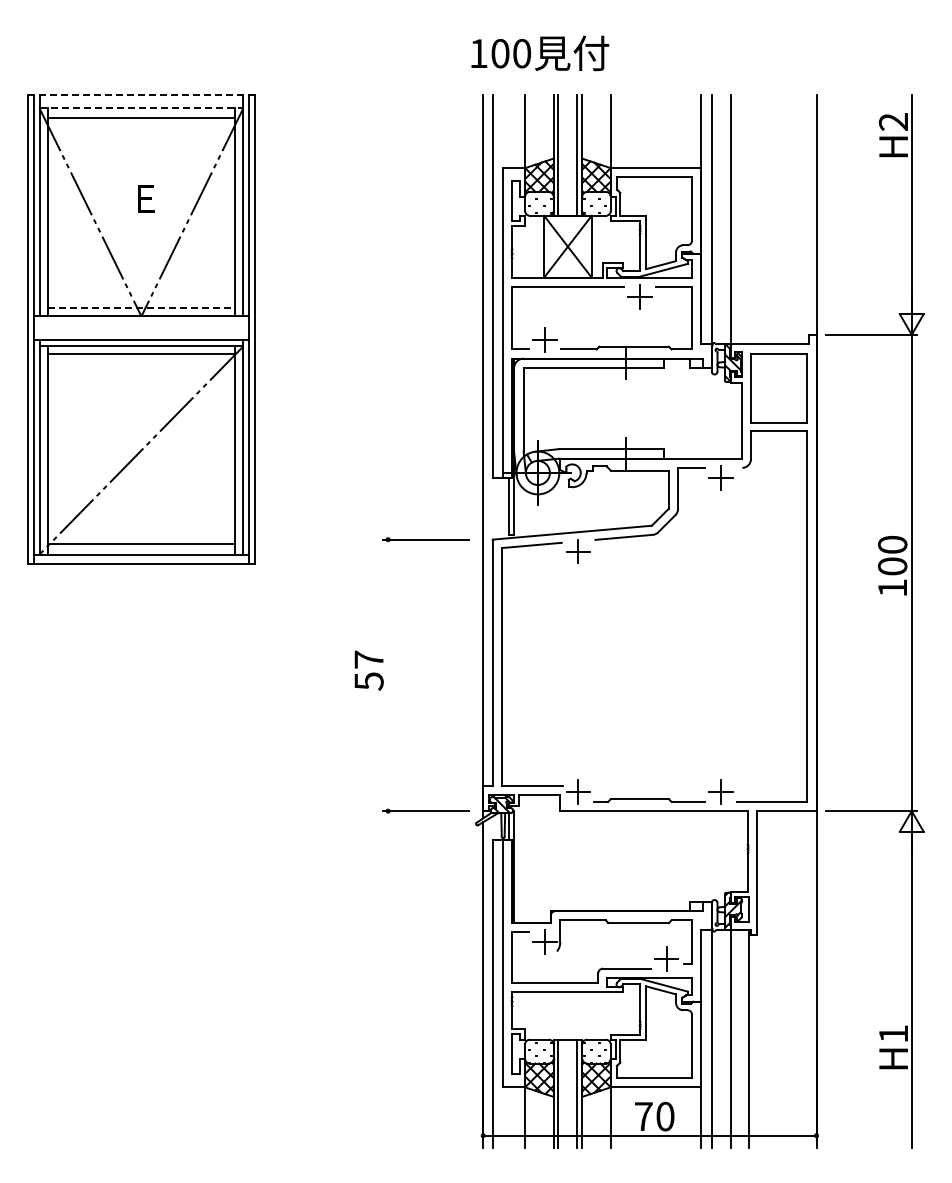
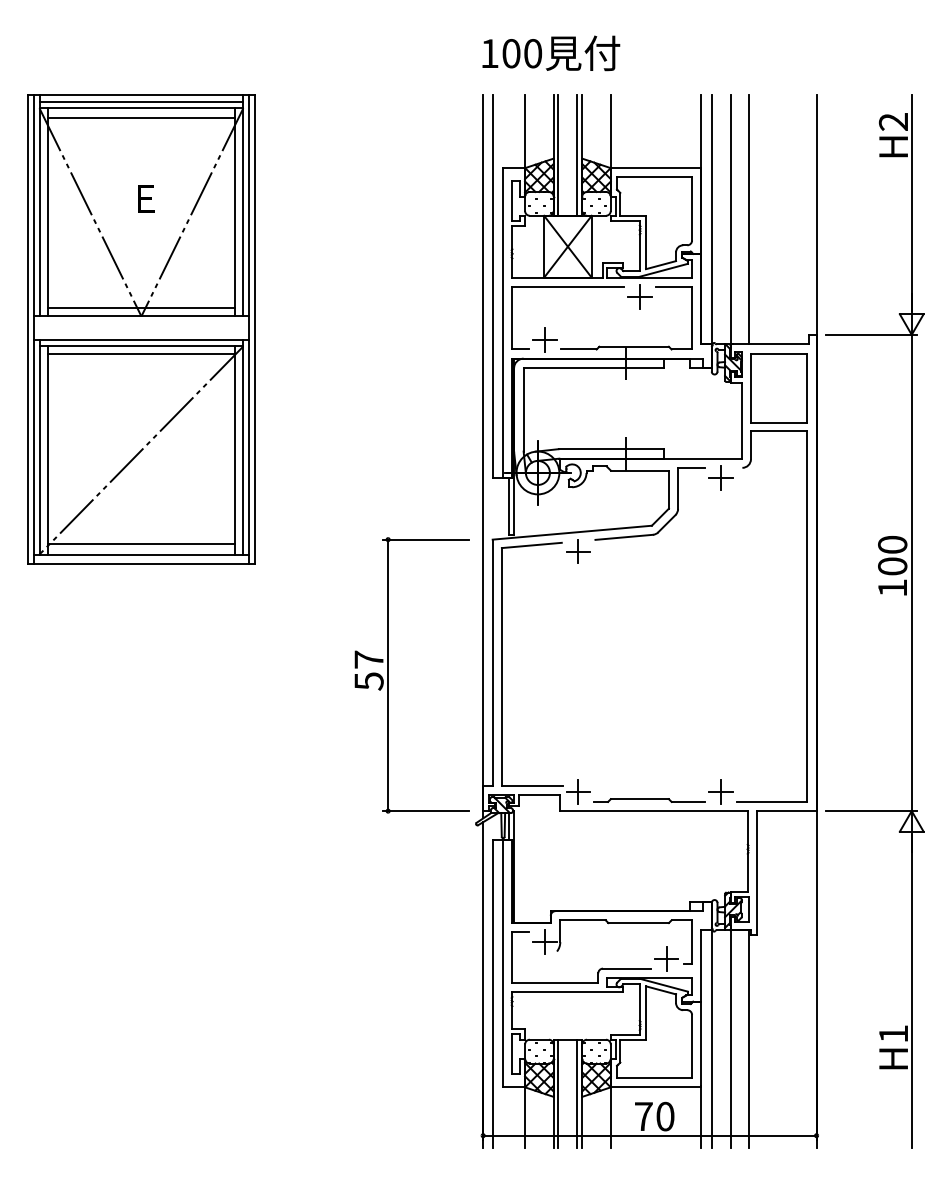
text at (540, 53) position: (540, 53) -> (551, 53)
line at (141, 94): dashed -> solid
line at (141, 102): none -> present
line at (141, 108): dashed -> solid
line at (749, 219): none -> present
line at (141, 308): dashed -> solid
line at (388, 675): none -> present
